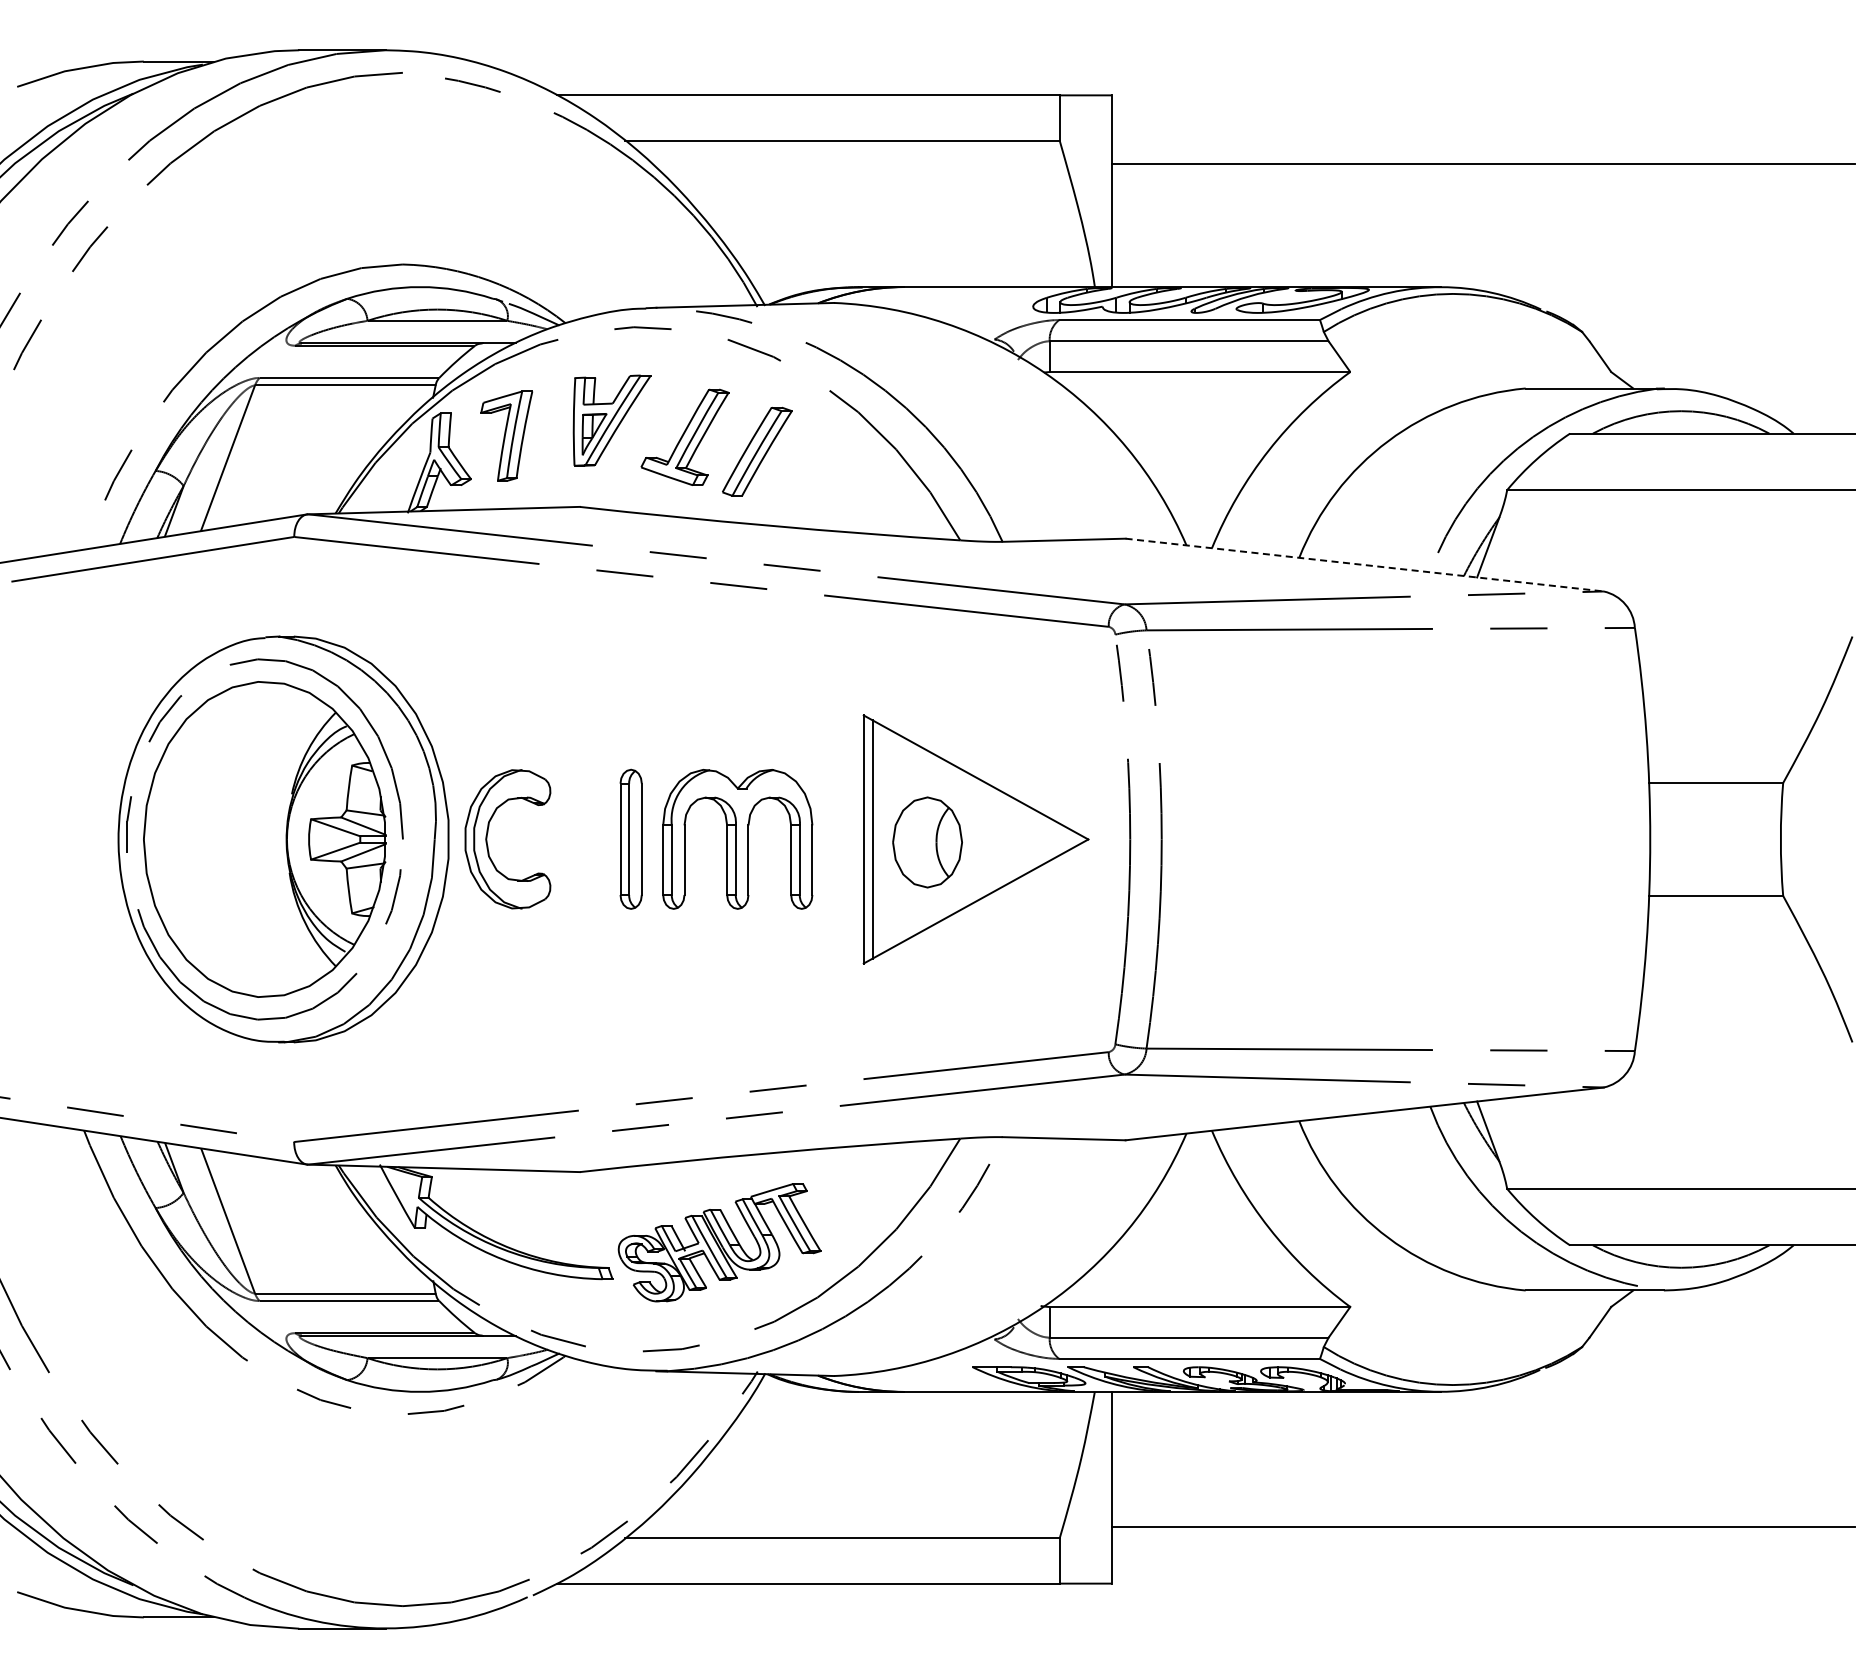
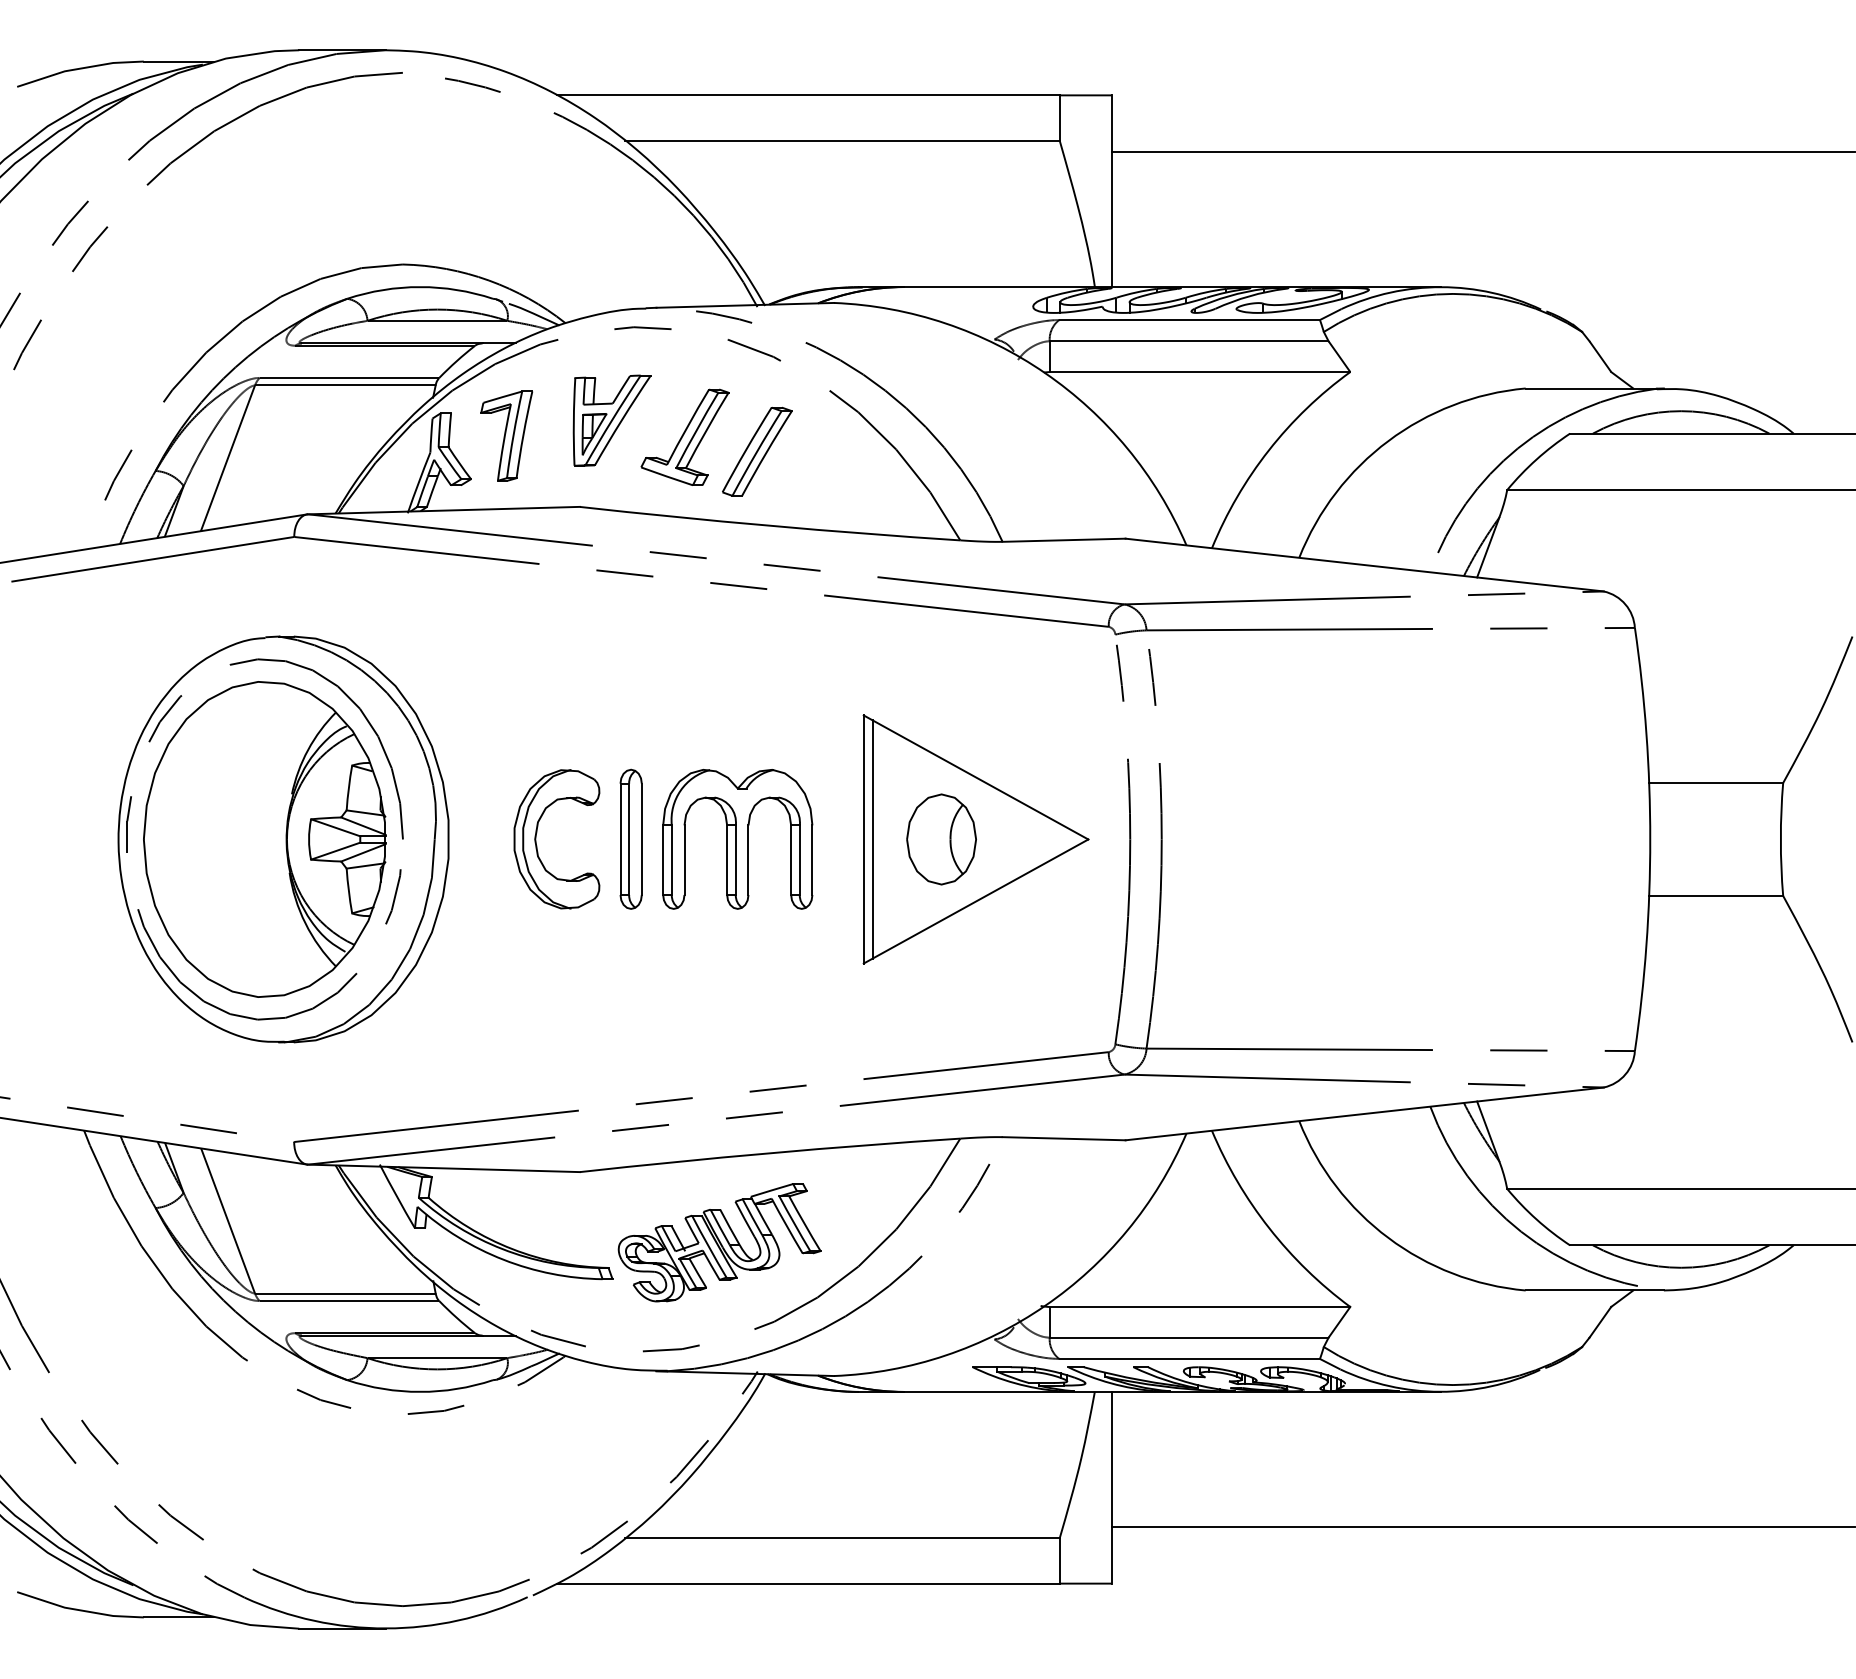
line at (1481, 163) position: (1481, 163) -> (1481, 151)
line at (1364, 565): dashed -> solid
part at (927, 842) position: (927, 842) -> (941, 839)
part at (488, 845) position: (488, 845) -> (537, 845)
